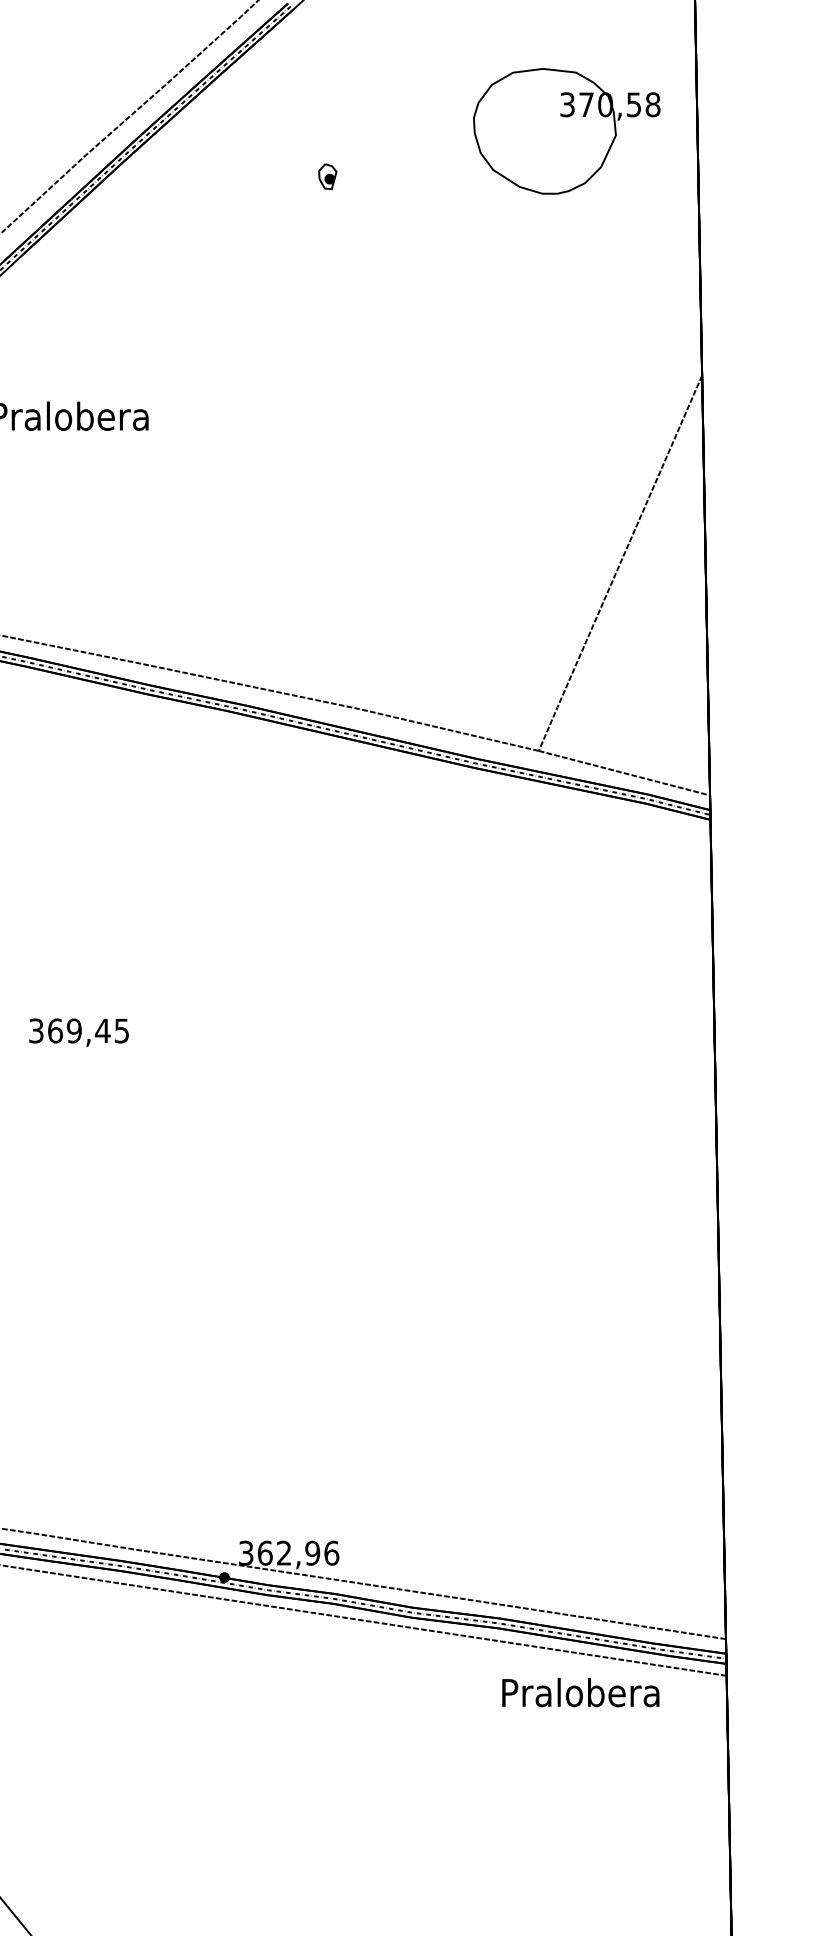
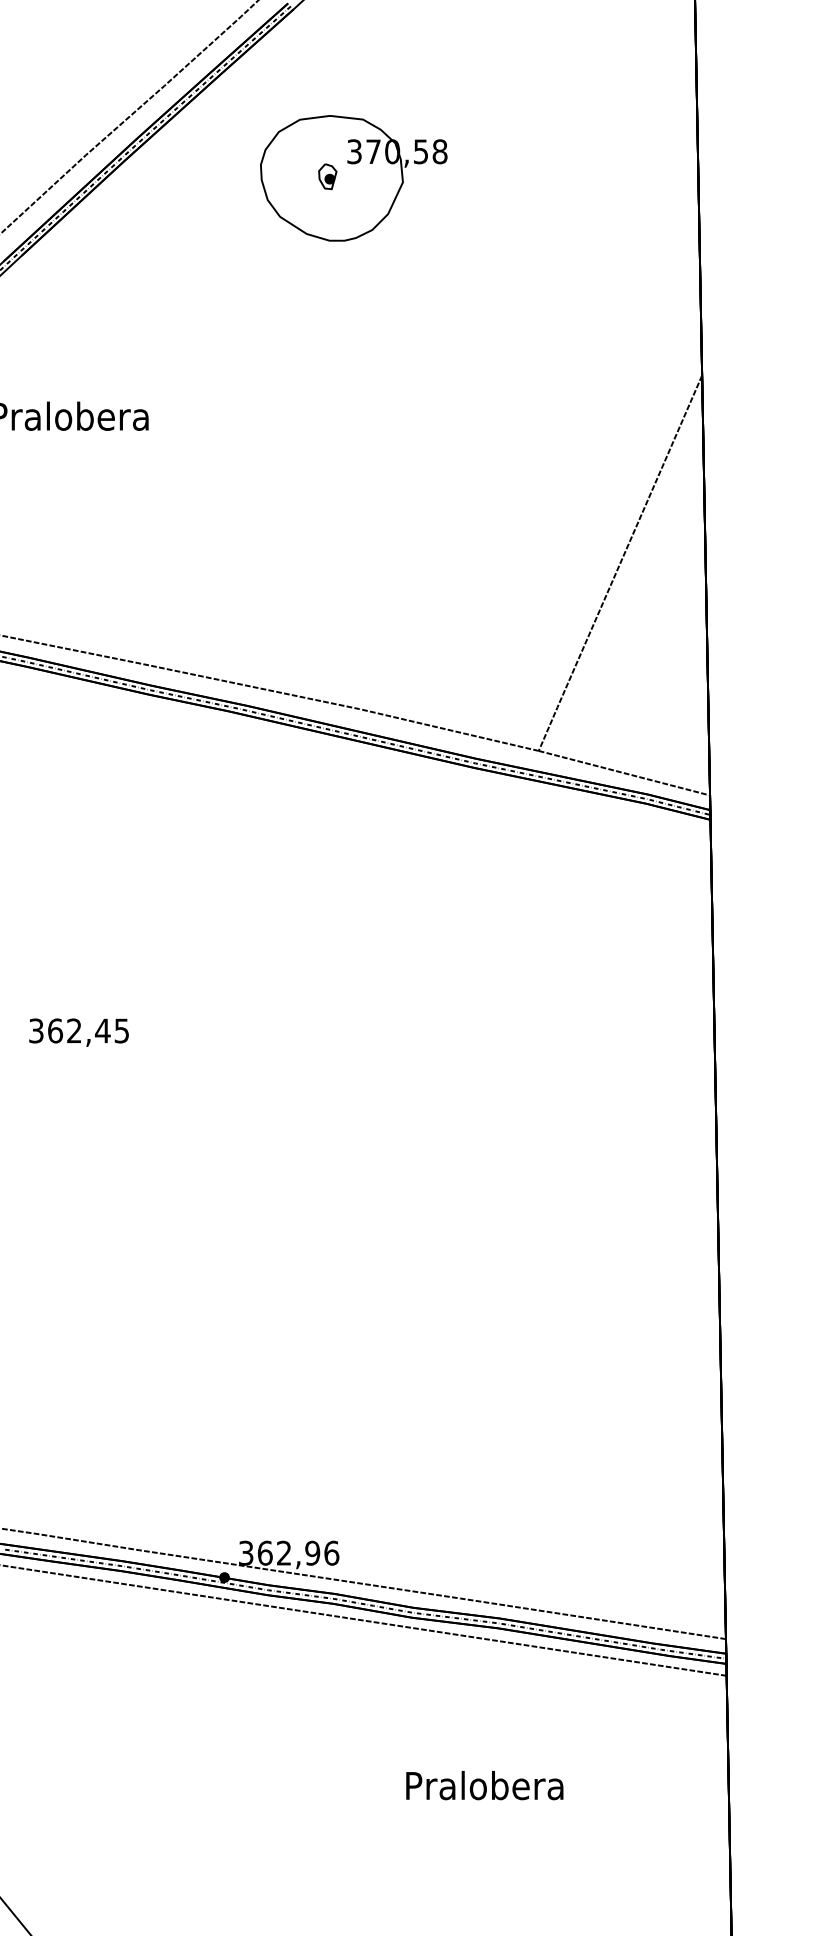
part at (566, 131) position: (566, 131) -> (353, 178)
text at (73, 1030): 369,45 -> 362,45
text at (580, 1692) position: (580, 1692) -> (484, 1785)
